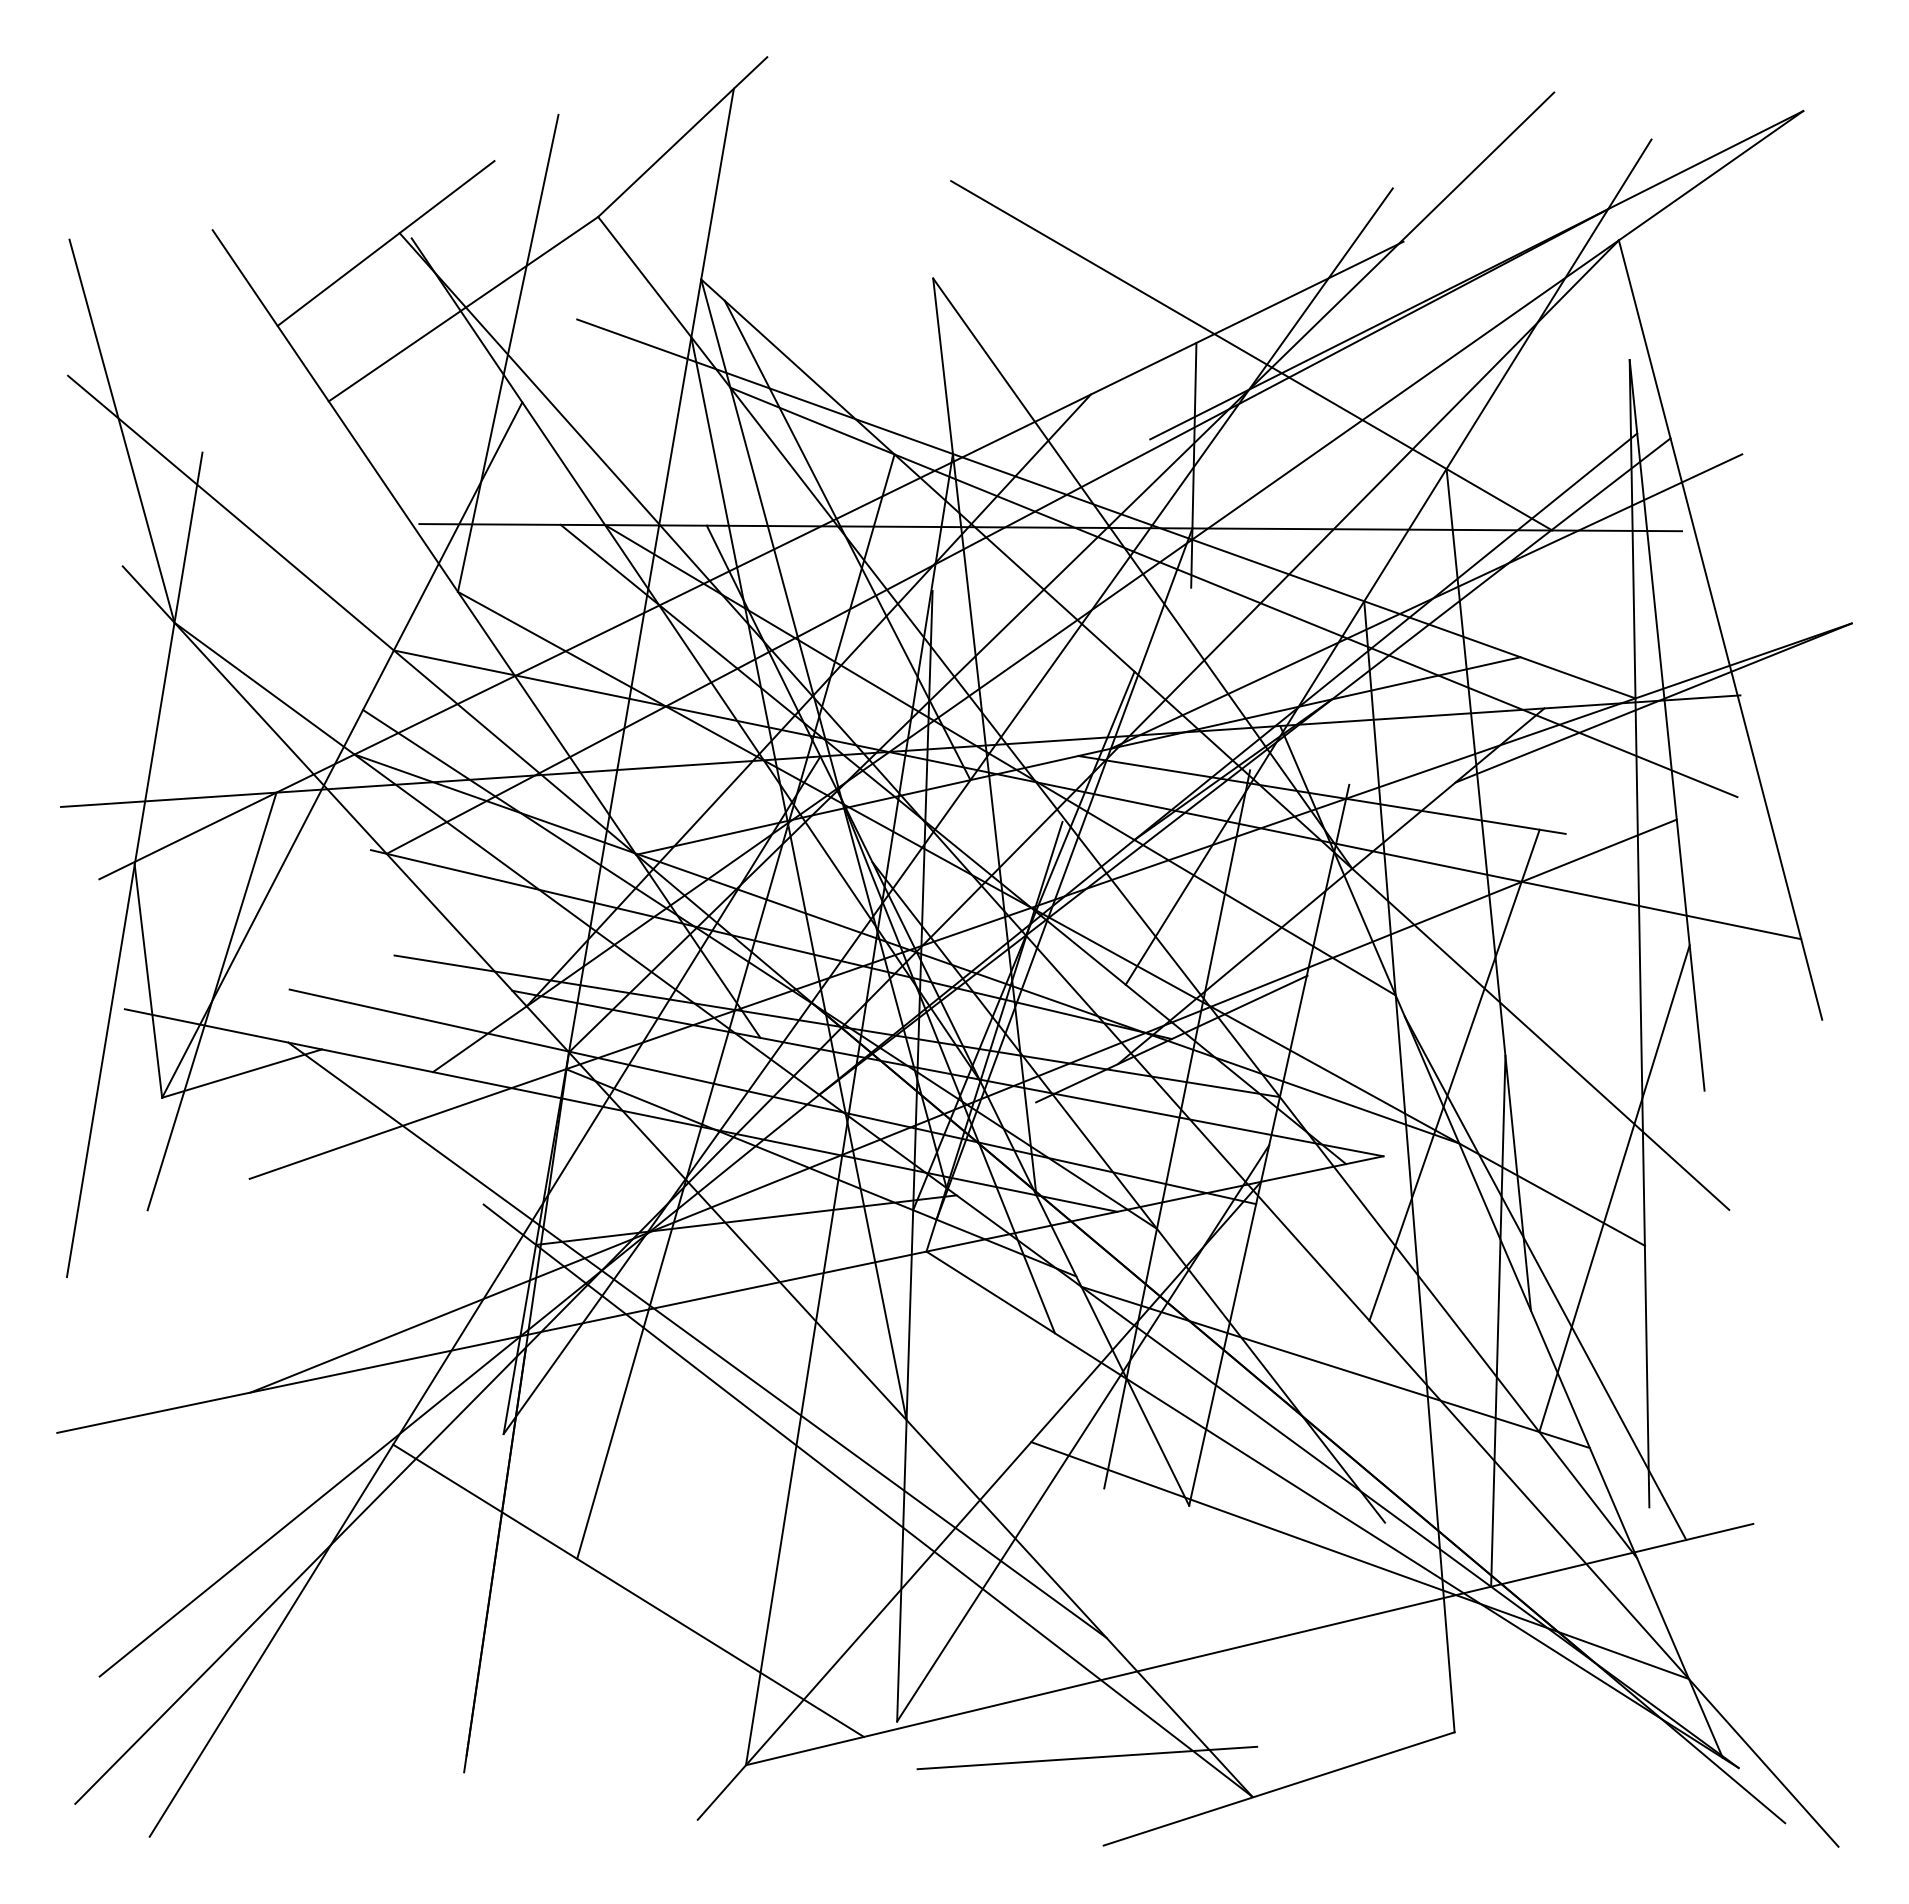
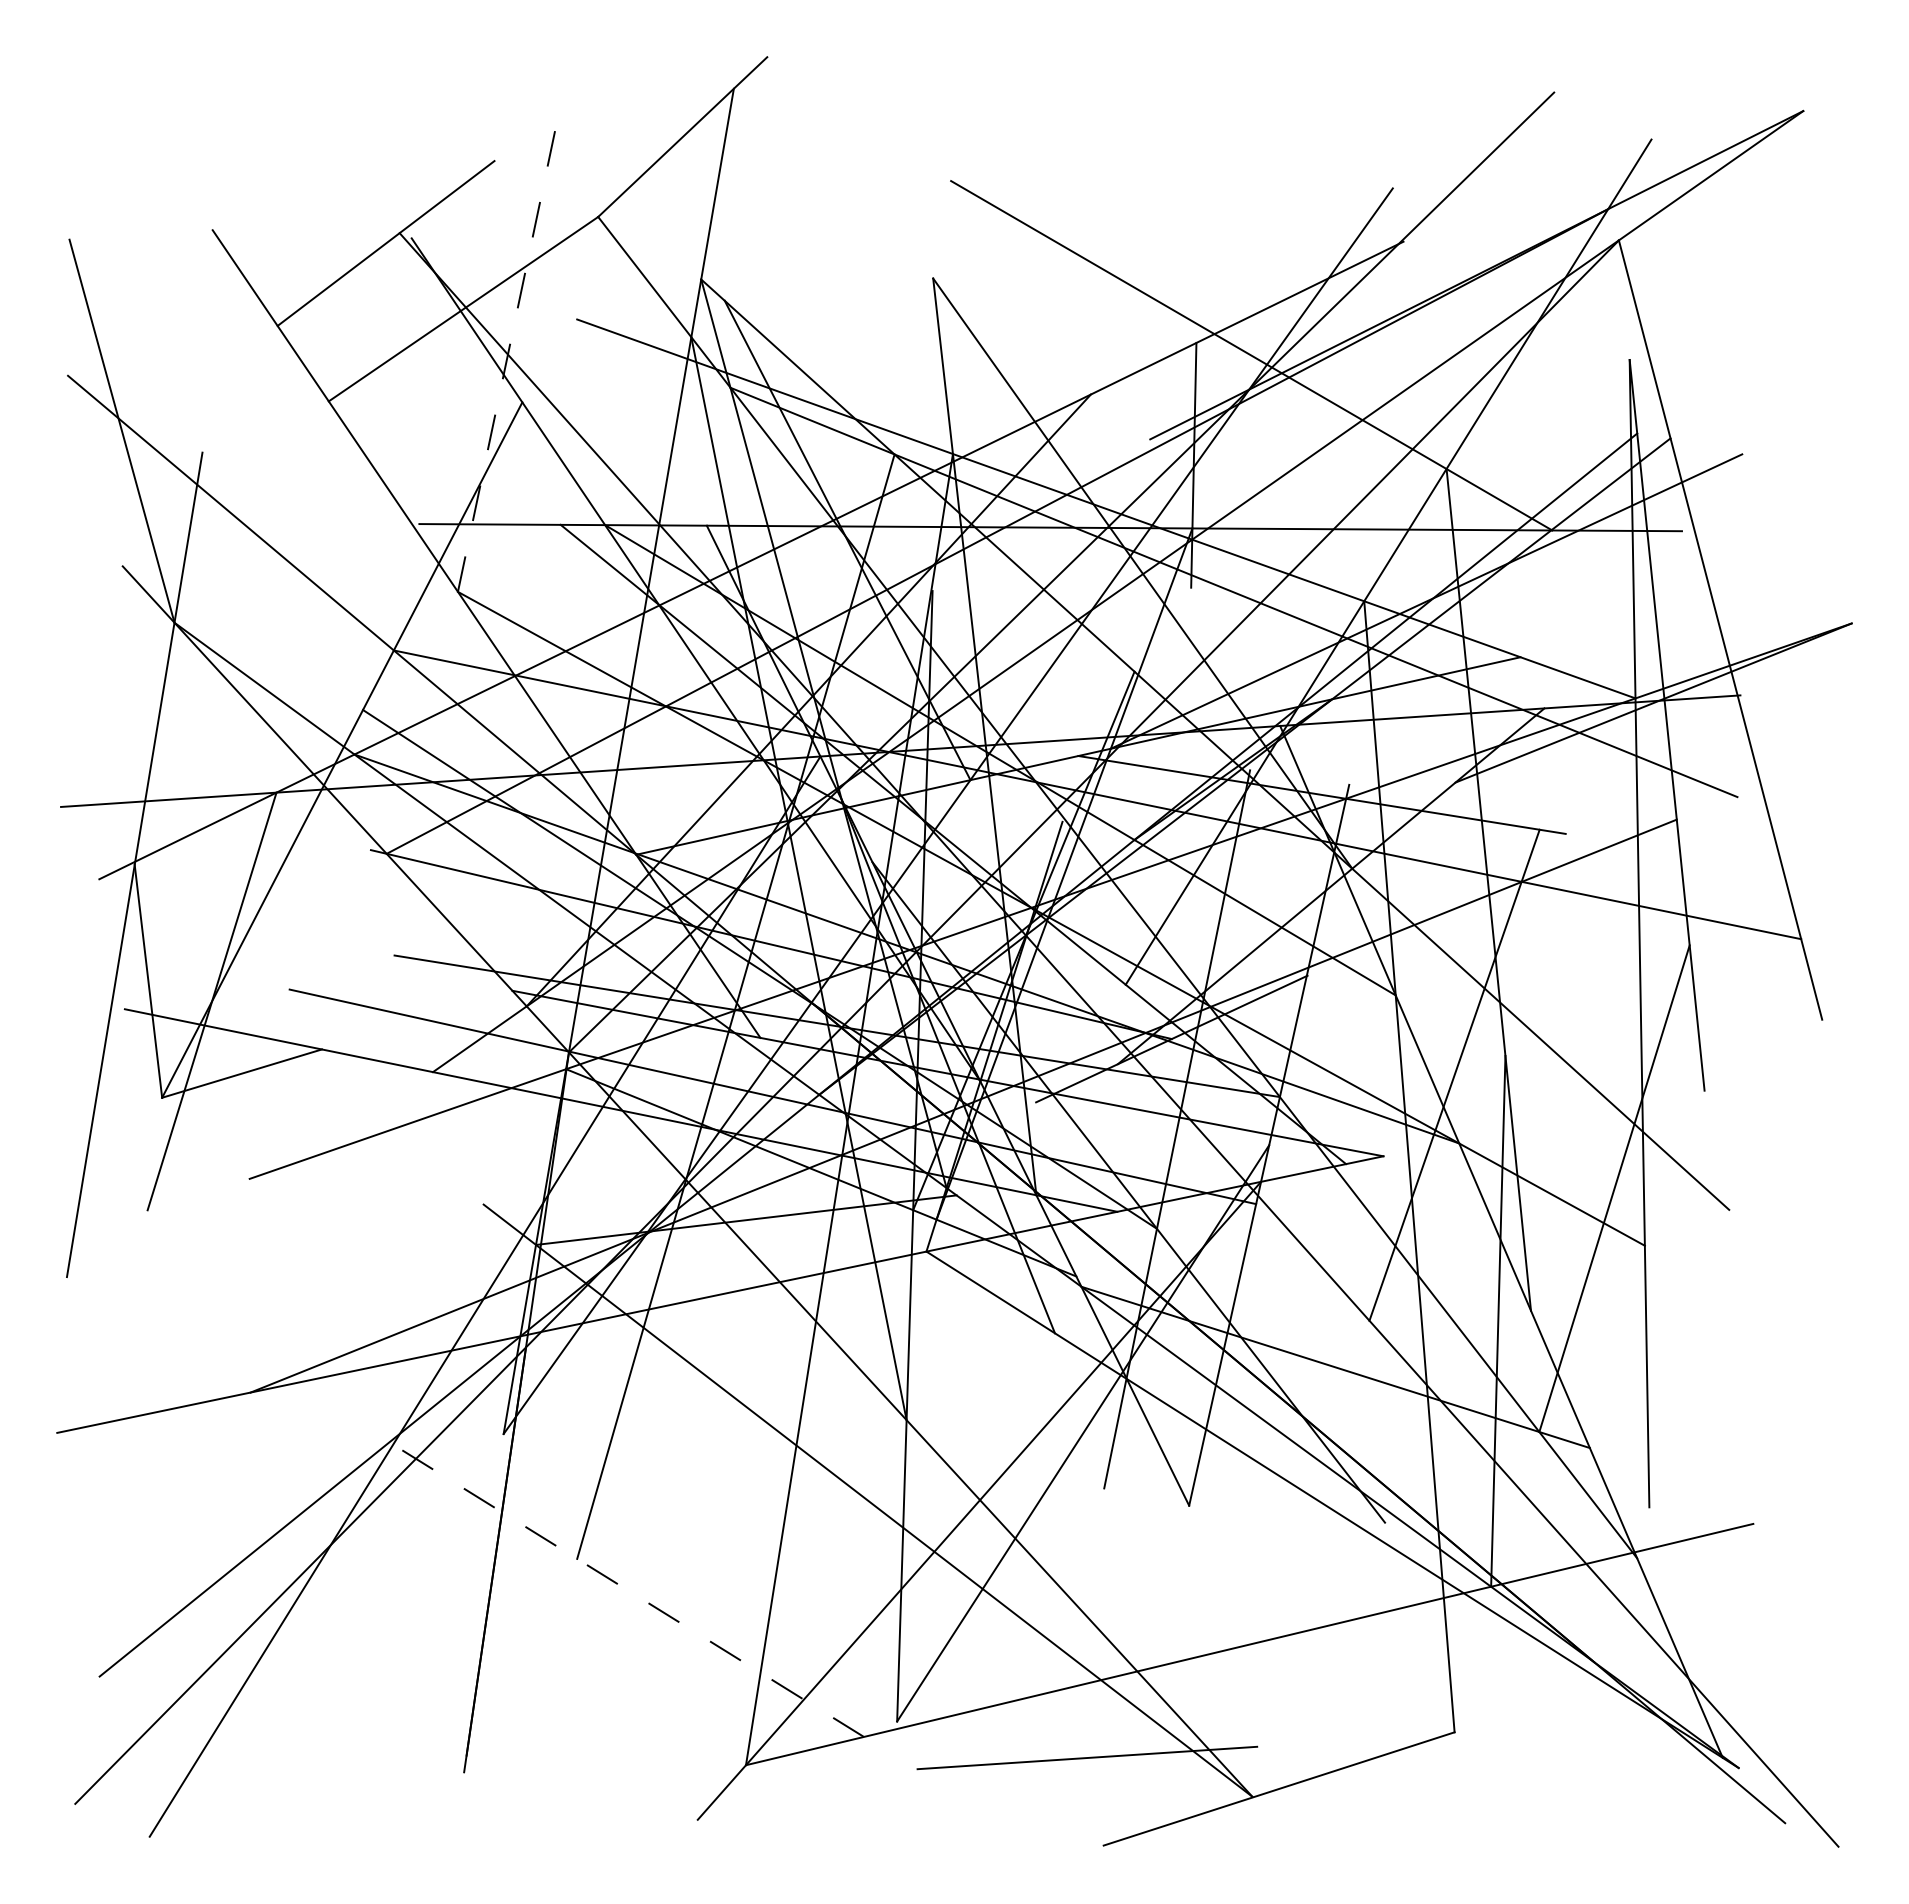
line at (508, 353): solid -> dashed
line at (1545, 1277): present -> none
line at (697, 1339): present -> none
line at (1359, 1560): present -> none
line at (628, 1590): solid -> dashed
